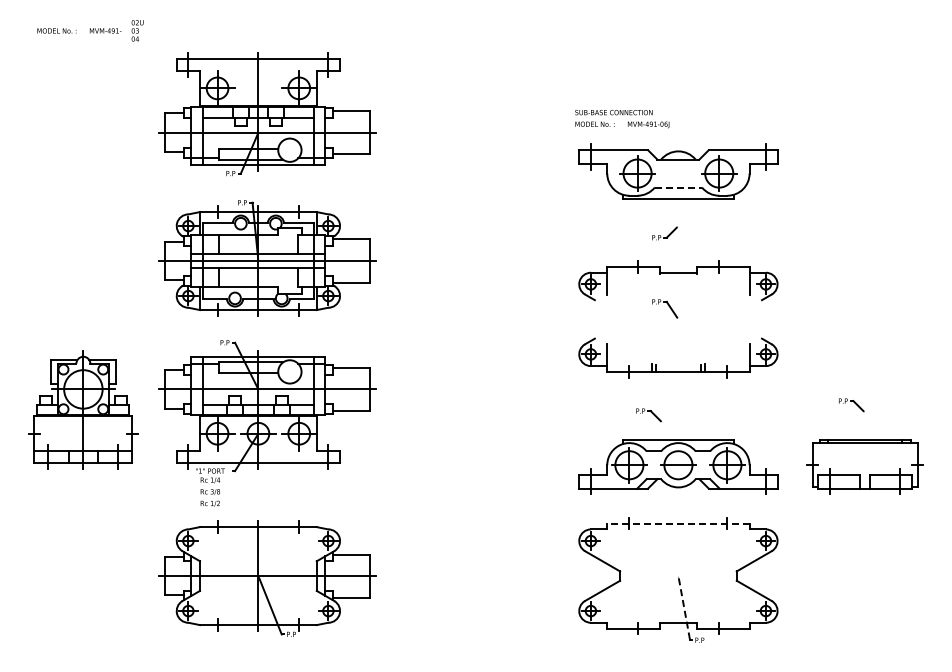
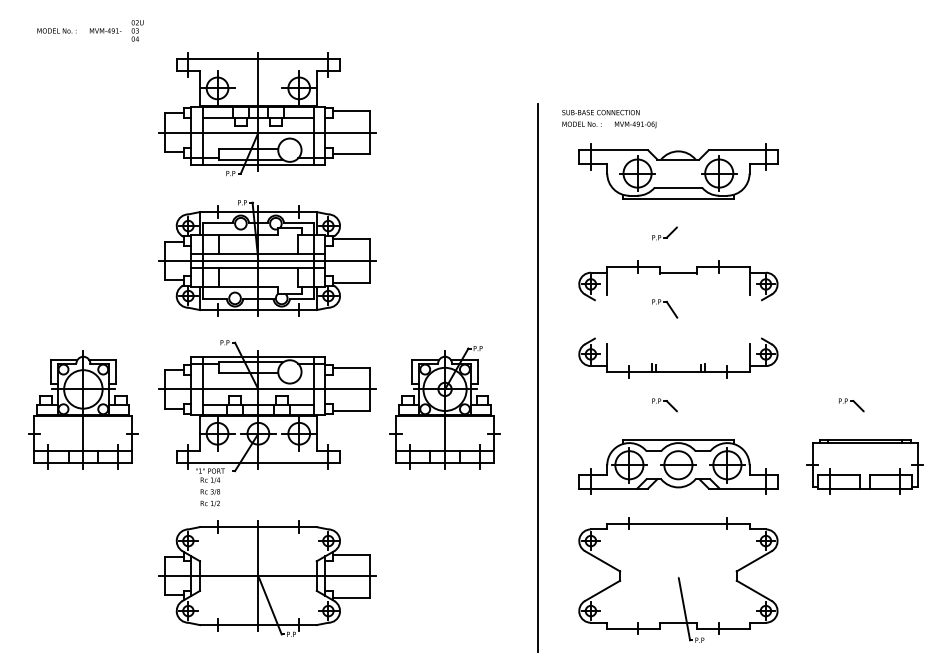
text at (622, 119) position: (622, 119) -> (609, 119)
line at (678, 187): dashed -> solid
line at (538, 377): none -> present
part at (444, 407): none -> present
part at (648, 415) position: (648, 415) -> (664, 405)
line at (677, 523): dashed -> solid
line at (684, 609): dashed -> solid
